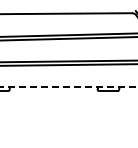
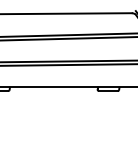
line at (69, 86): dashed -> solid
